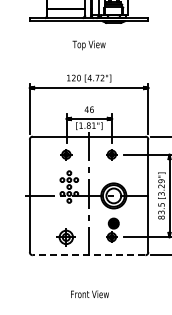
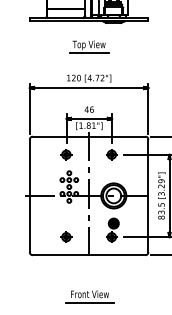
line at (89, 52): none -> present
part at (65, 237) size: 20x19 px -> 13x12 px
line at (88, 255): dashed -> solid
line at (89, 302): none -> present
